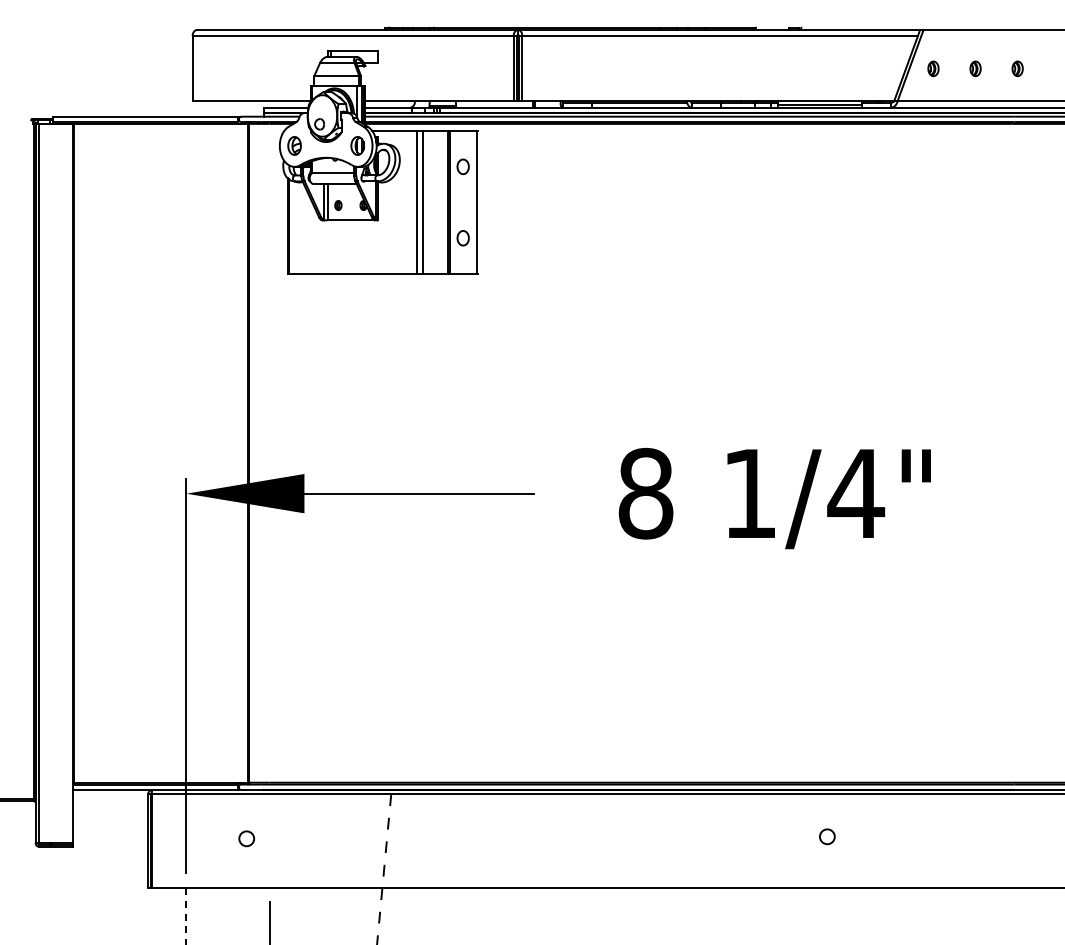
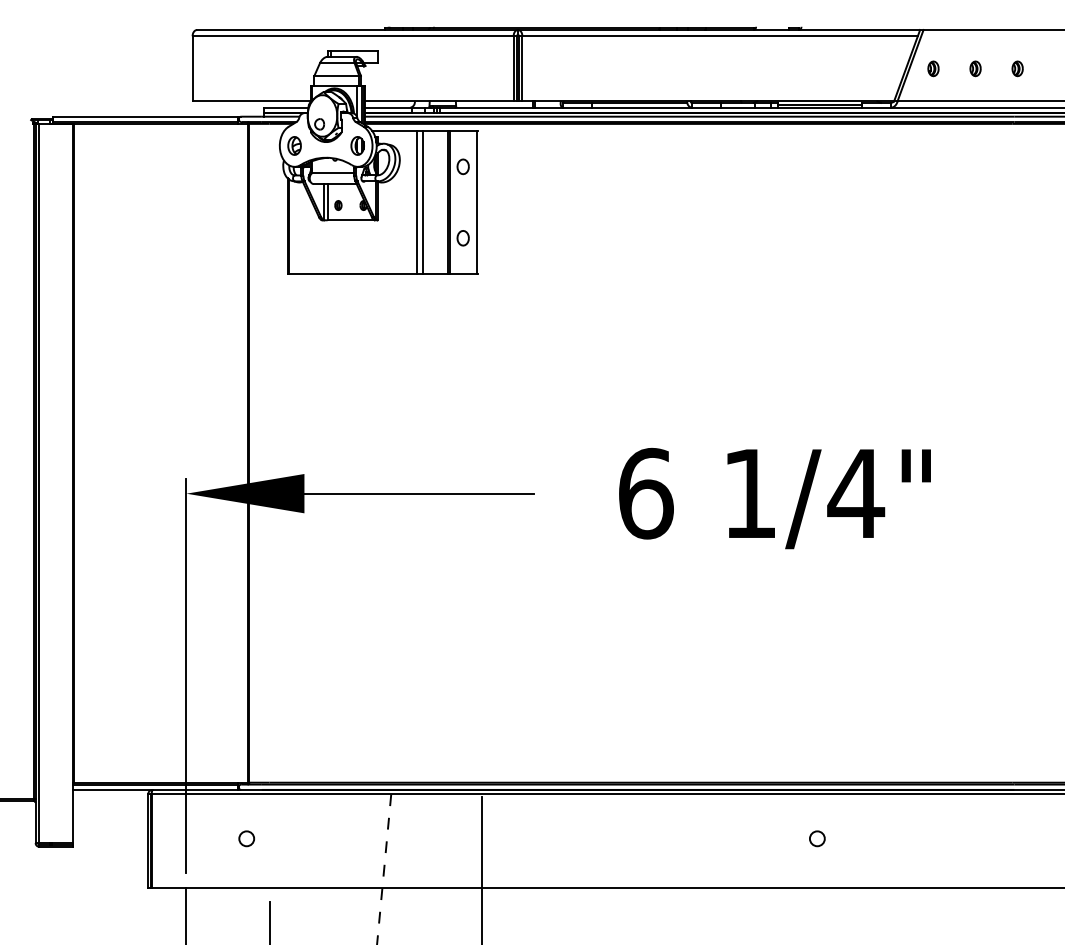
text at (645, 493): 8 -> 6
circle at (827, 836) position: (827, 836) -> (817, 838)
line at (481, 869): none -> present
line at (186, 916): dashed -> solid
